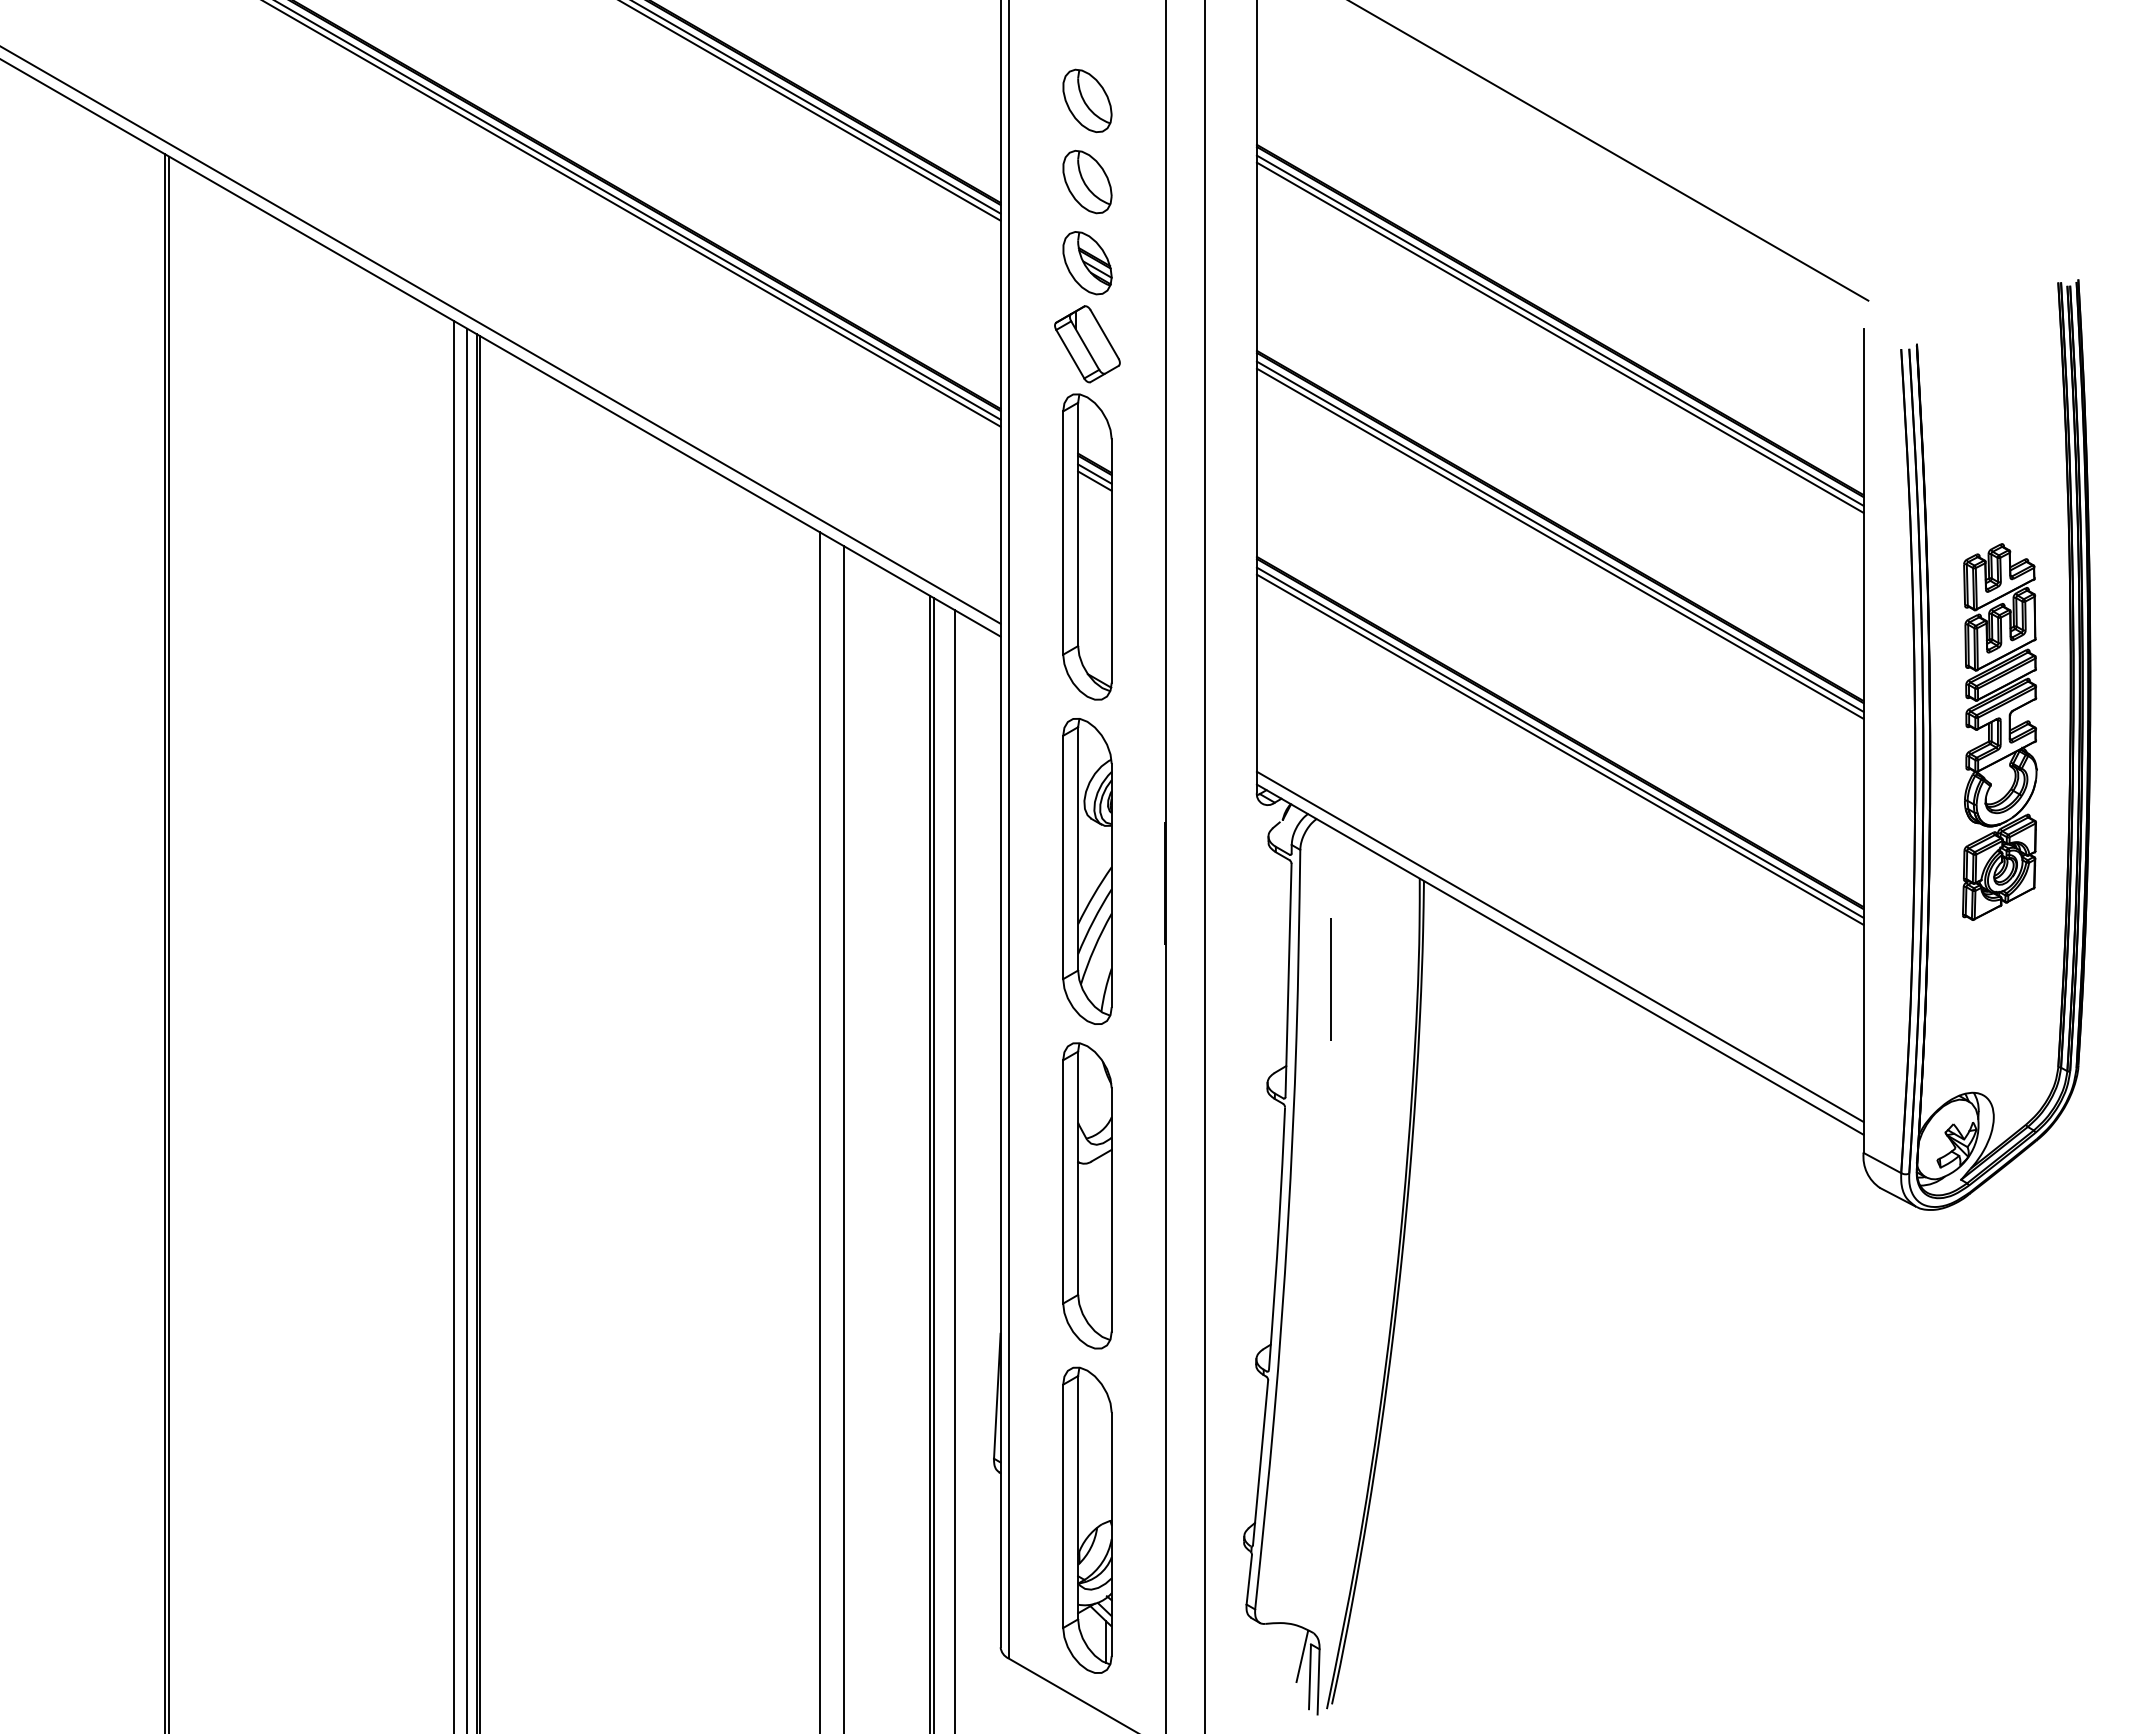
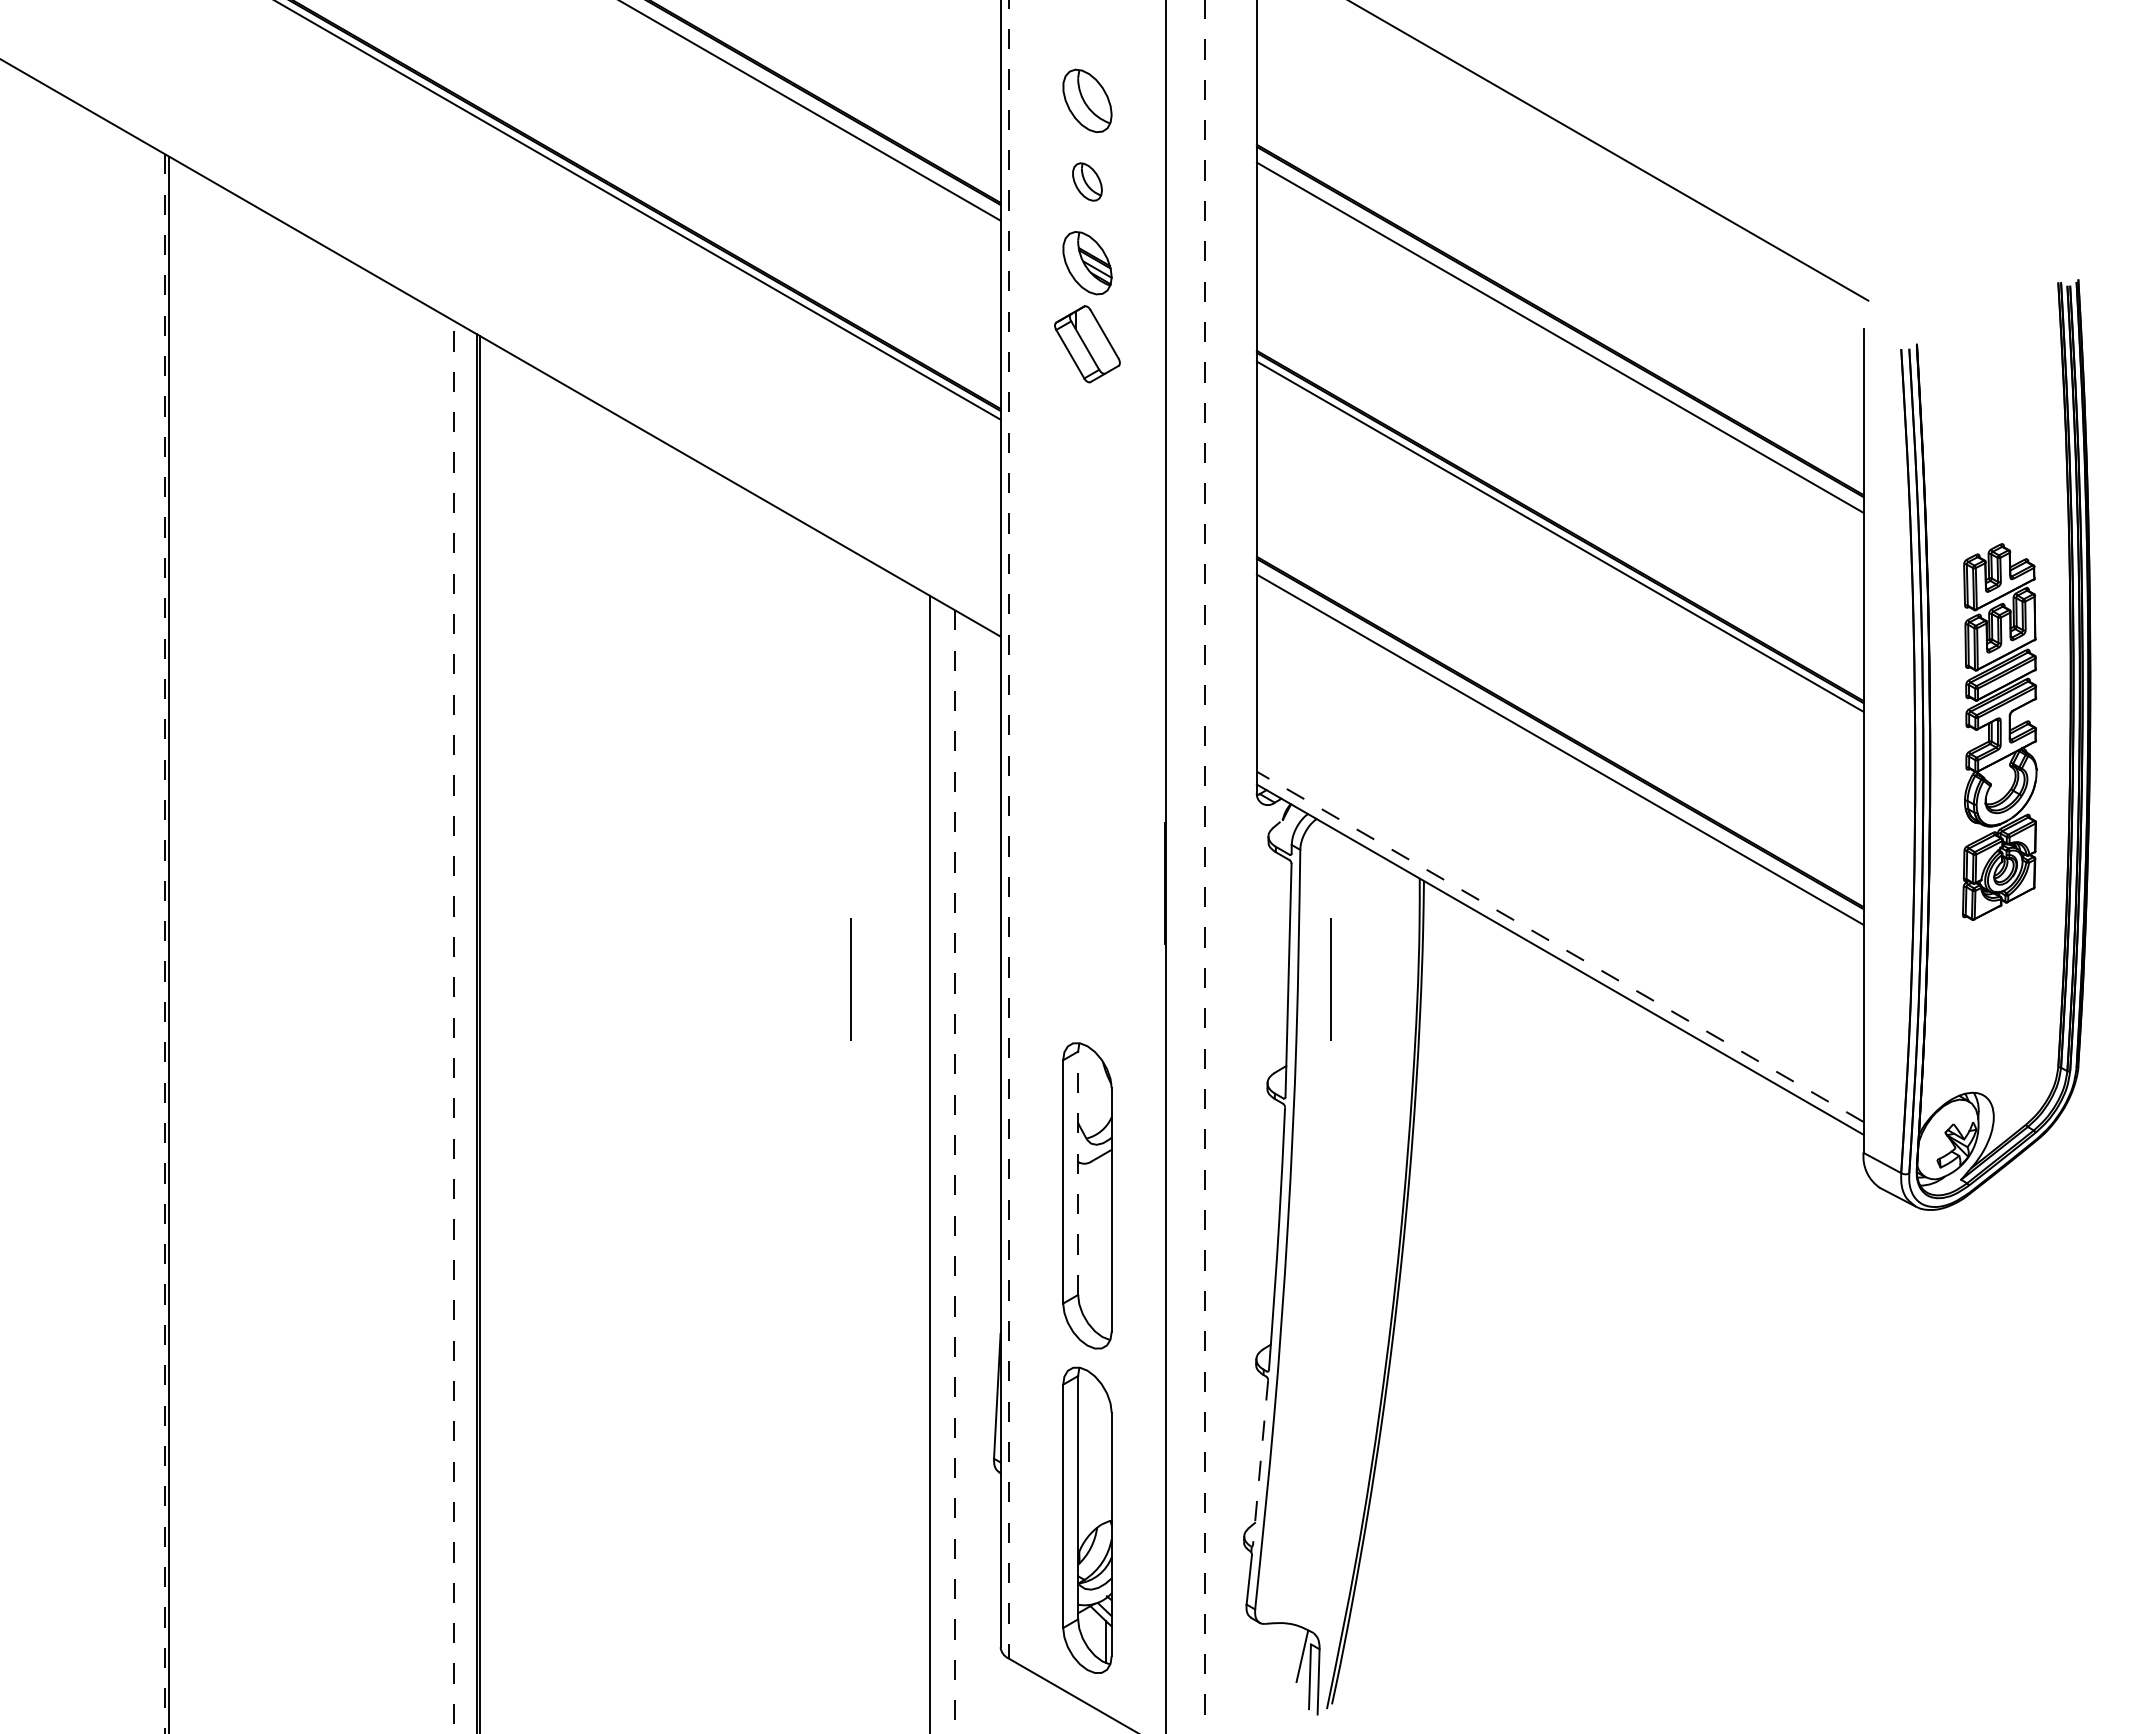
line at (817, 107): present -> none
part at (1087, 181) size: 51x66 px -> 31x40 px
line at (632, 214): present -> none
line at (1559, 330): present -> none
line at (501, 335): present -> none
line at (1559, 543): present -> none
part at (1087, 546): present -> none
line at (1559, 742): present -> none
line at (1008, 829): solid -> dashed
line at (1204, 867): solid -> dashed
part at (1087, 871): present -> none
line at (164, 944): solid -> dashed
line at (1559, 946): solid -> dashed
line at (850, 979): none -> present
line at (454, 1027): solid -> dashed
line at (467, 1029): present -> none
line at (820, 1131): present -> none
line at (843, 1138): present -> none
line at (933, 1163): present -> none
line at (954, 1171): solid -> dashed
line at (1078, 1173): solid -> dashed
line at (1260, 1462): solid -> dashed
